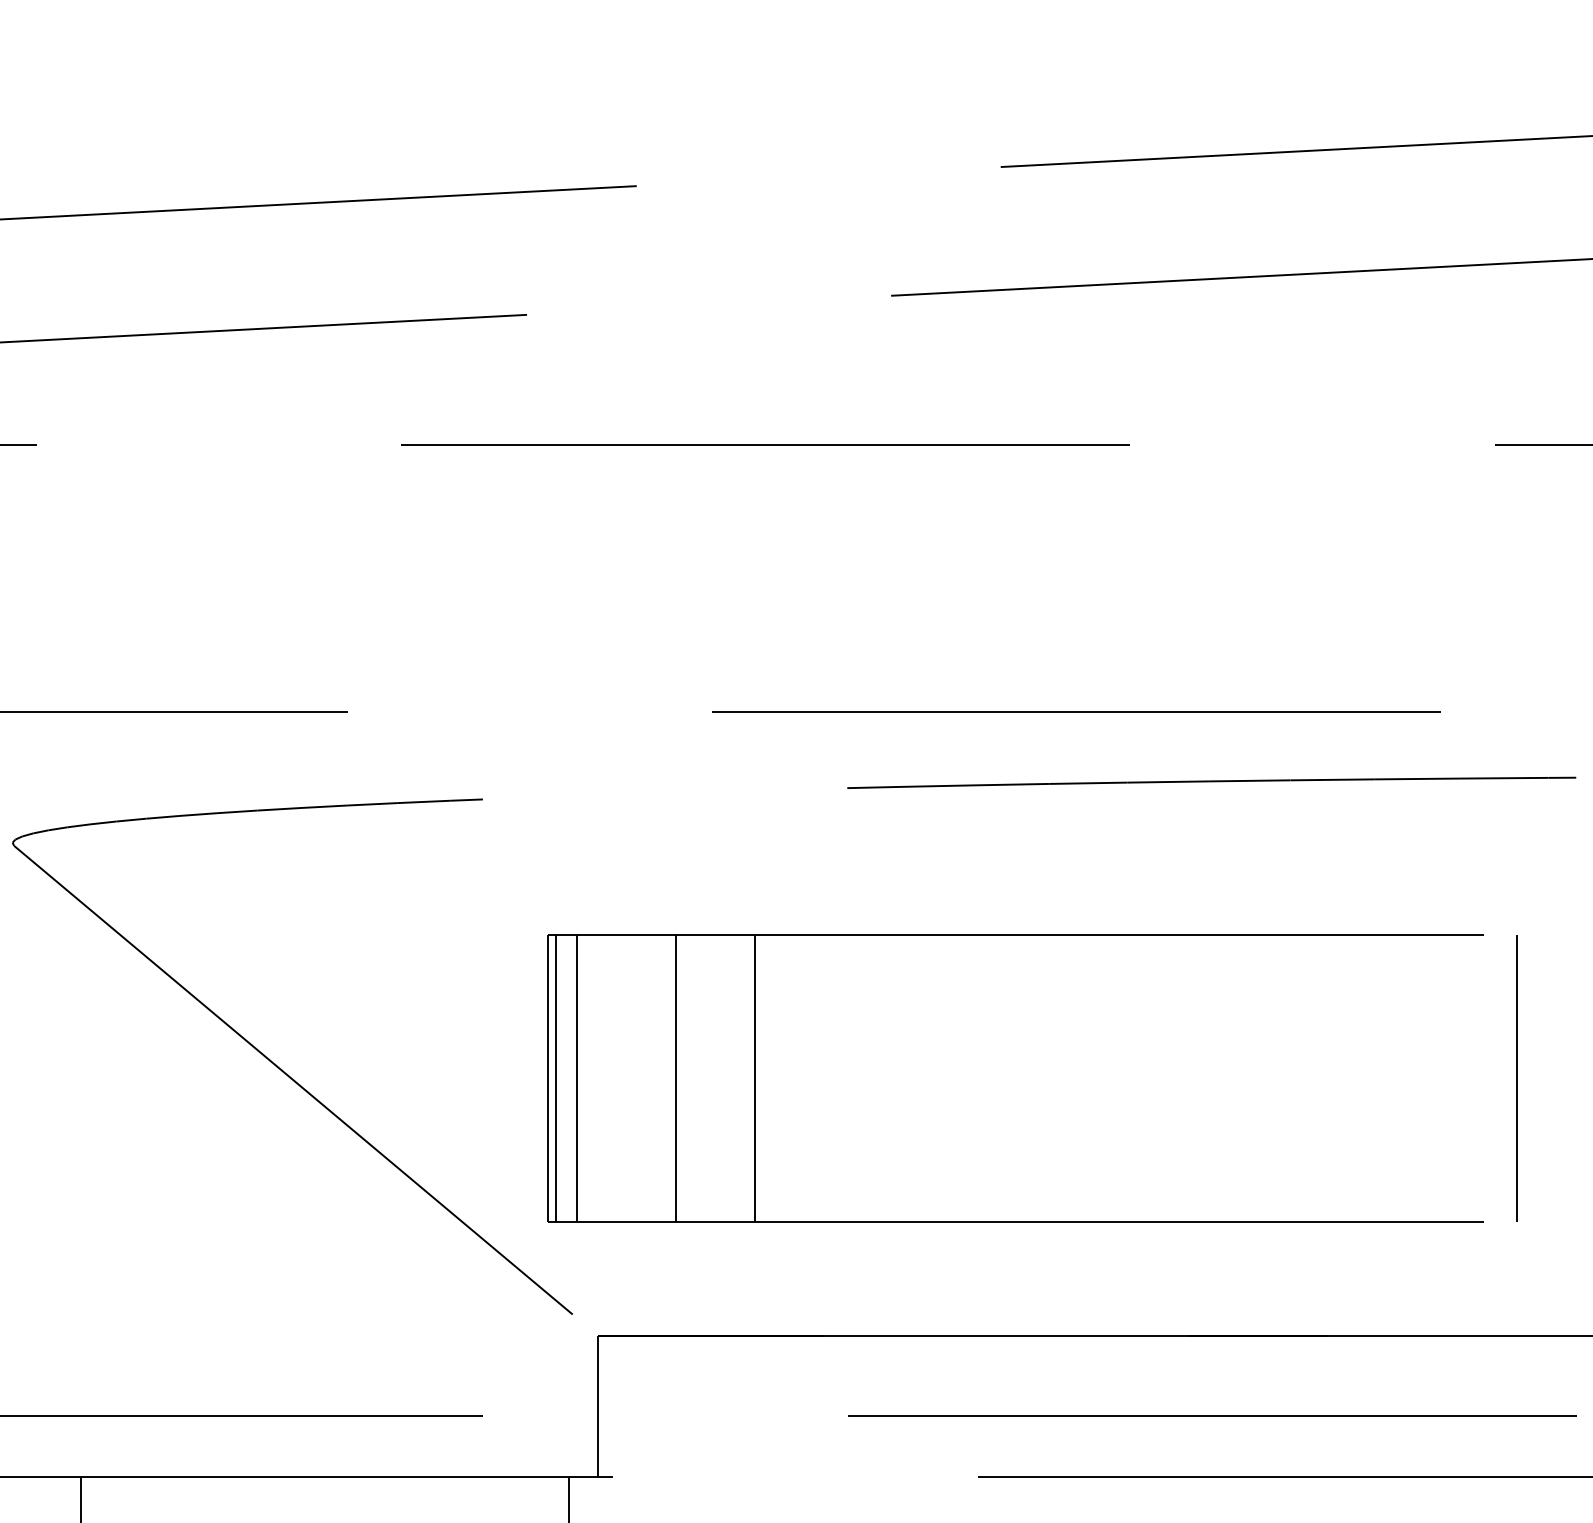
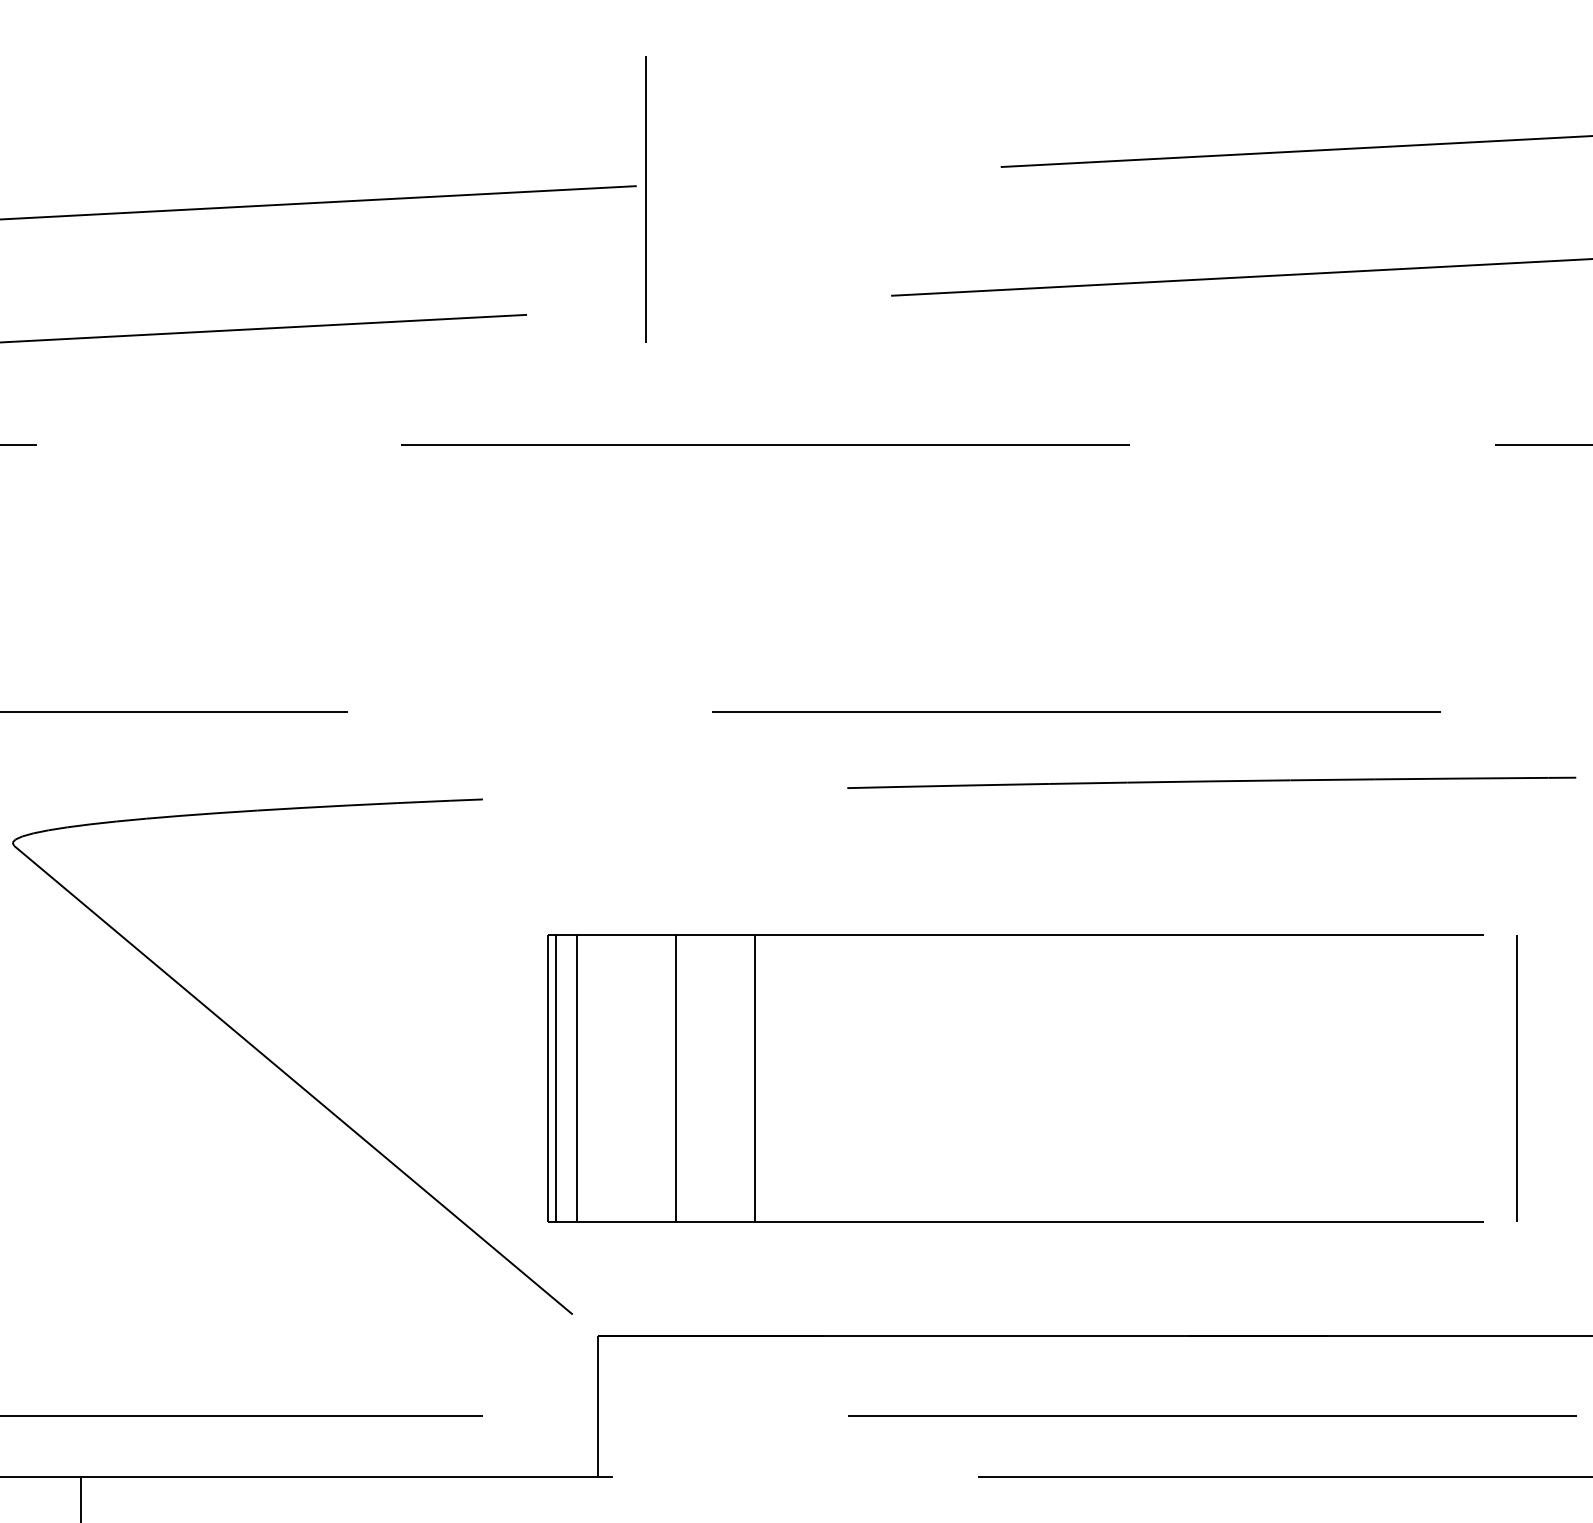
line at (645, 199): none -> present
line at (569, 1498): present -> none
